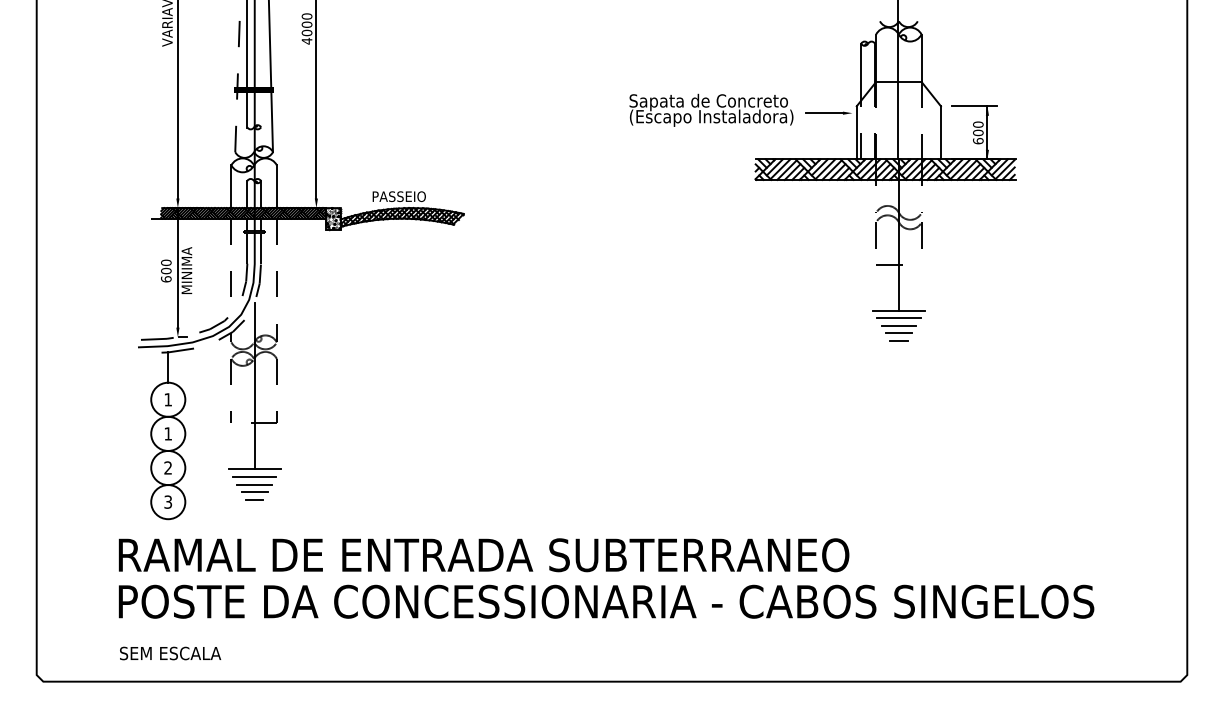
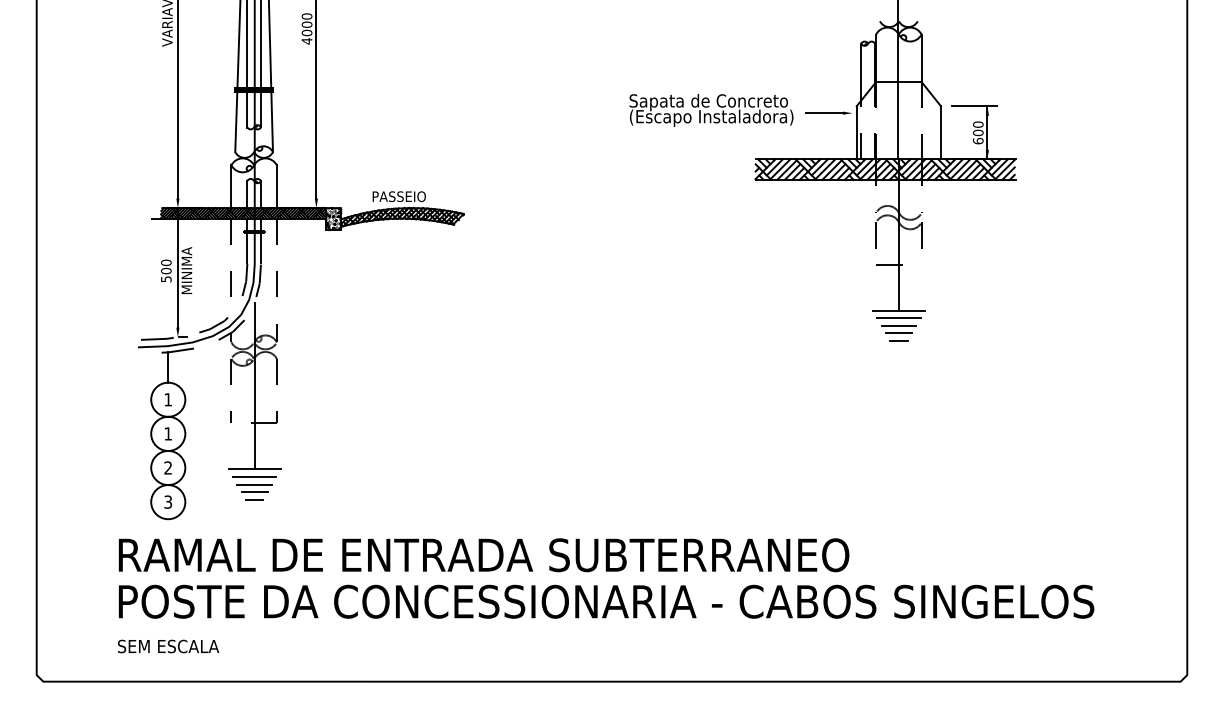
line at (260, 64): none -> present
line at (237, 76): dashed -> solid
text at (166, 279): 600 -> 500
text at (170, 653) position: (170, 653) -> (168, 646)
